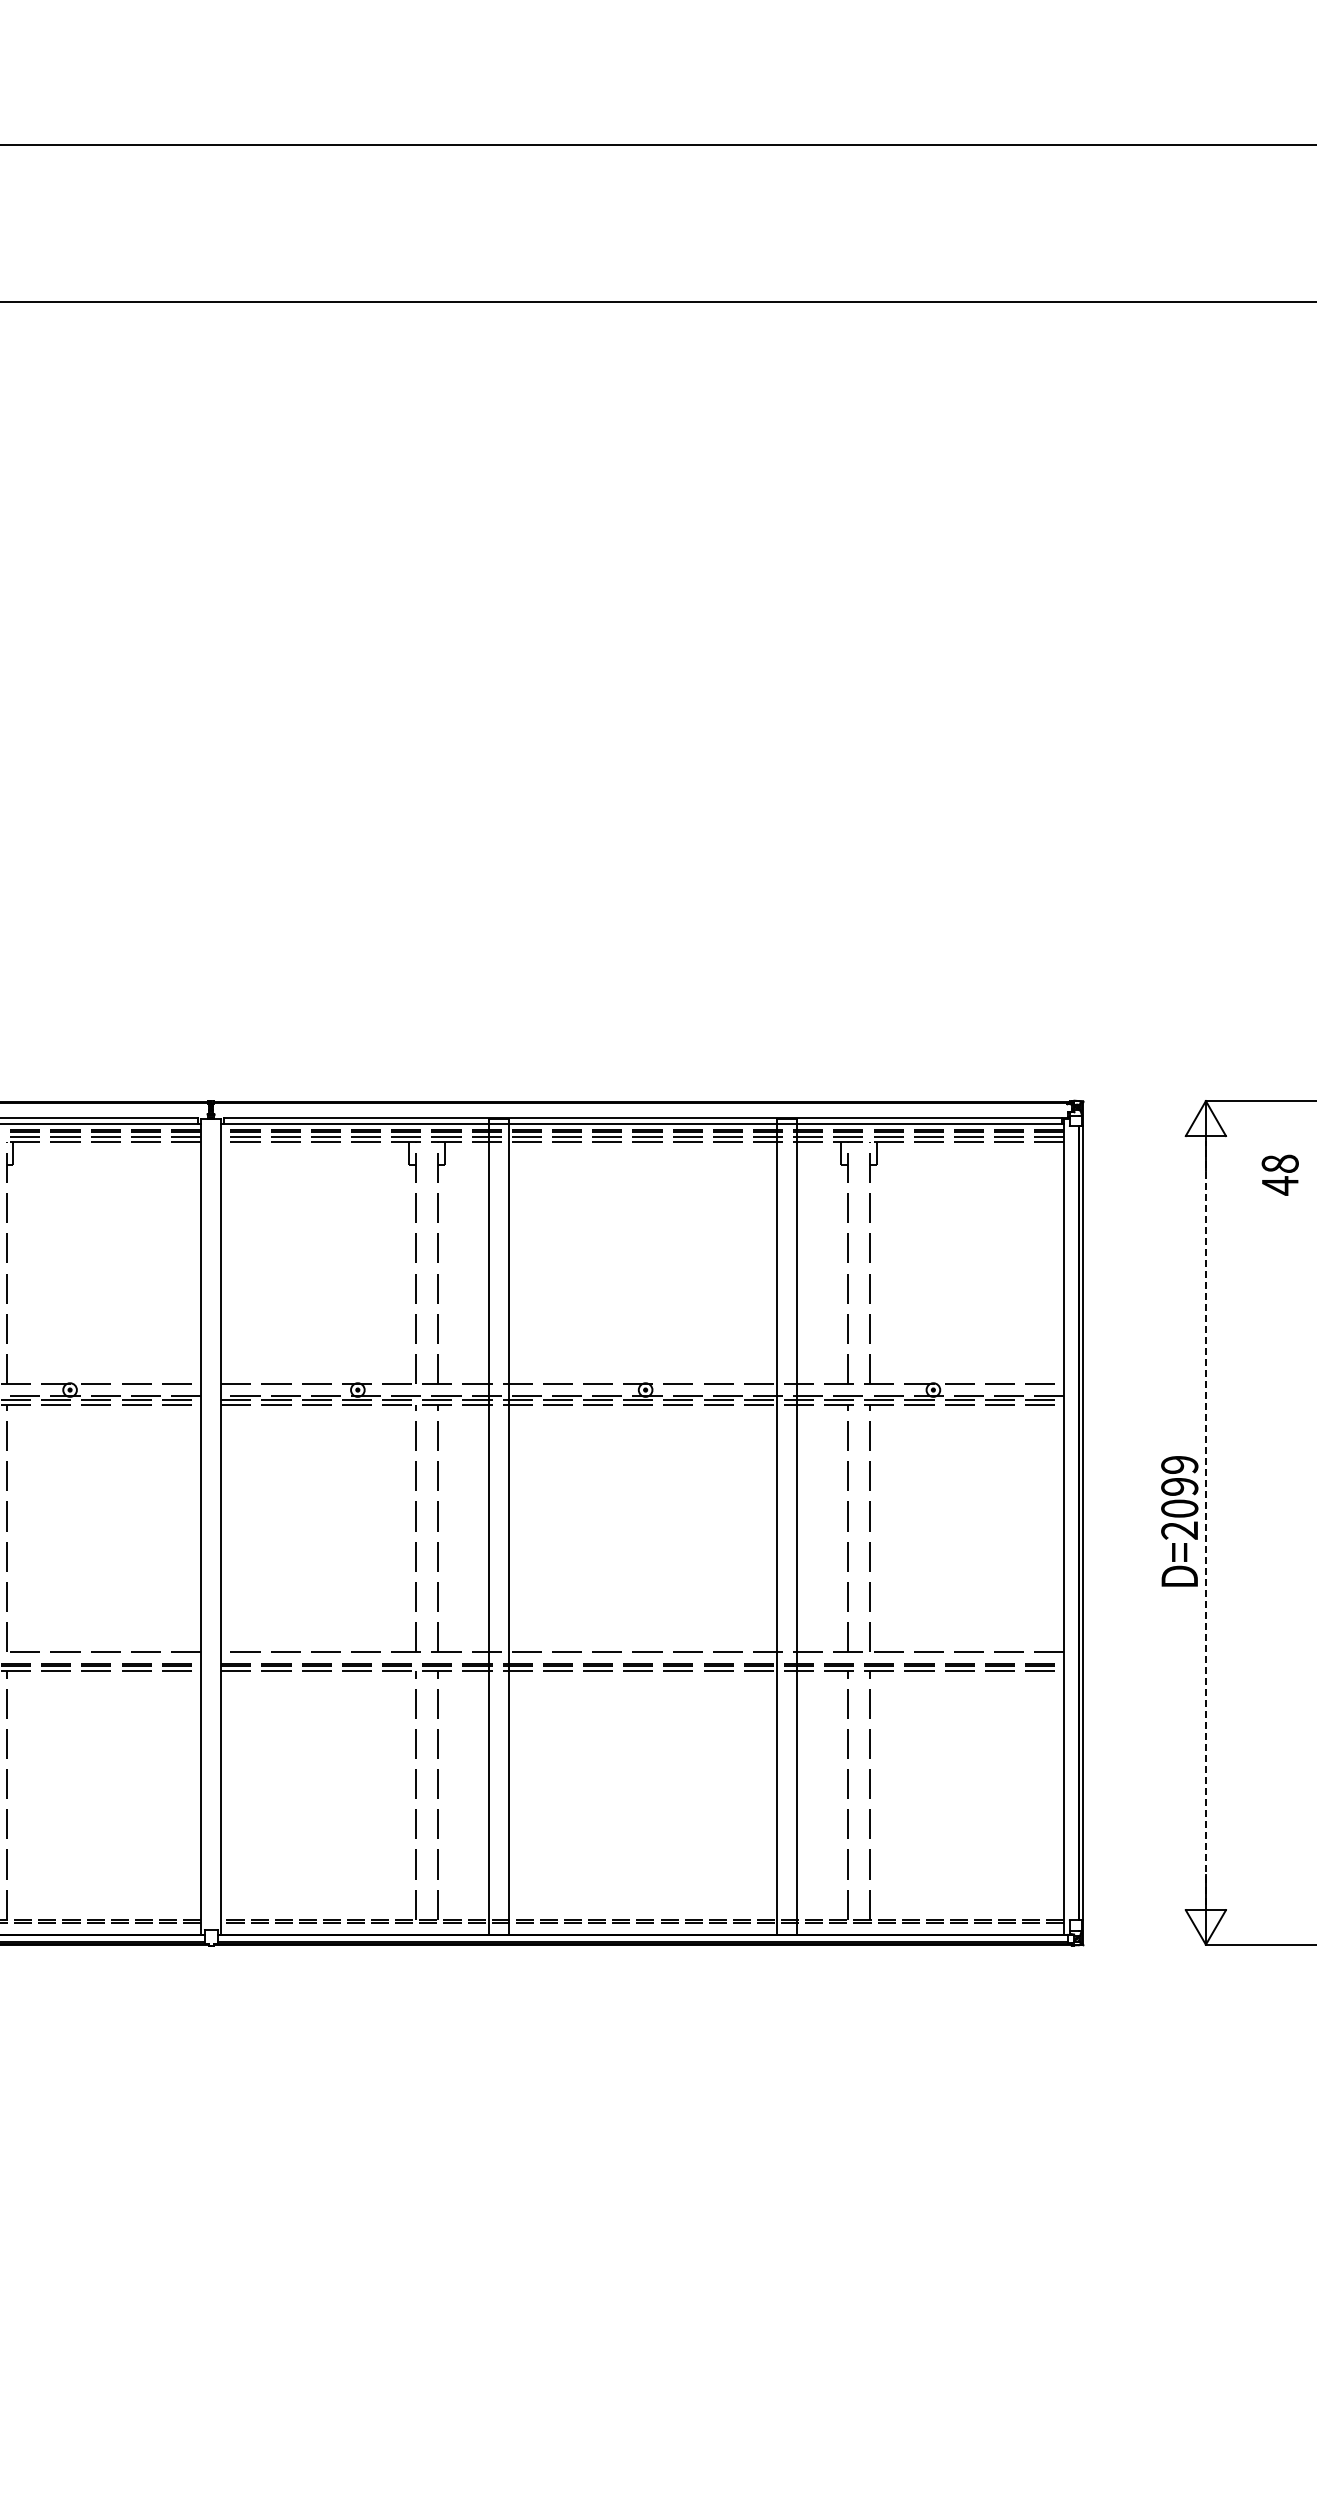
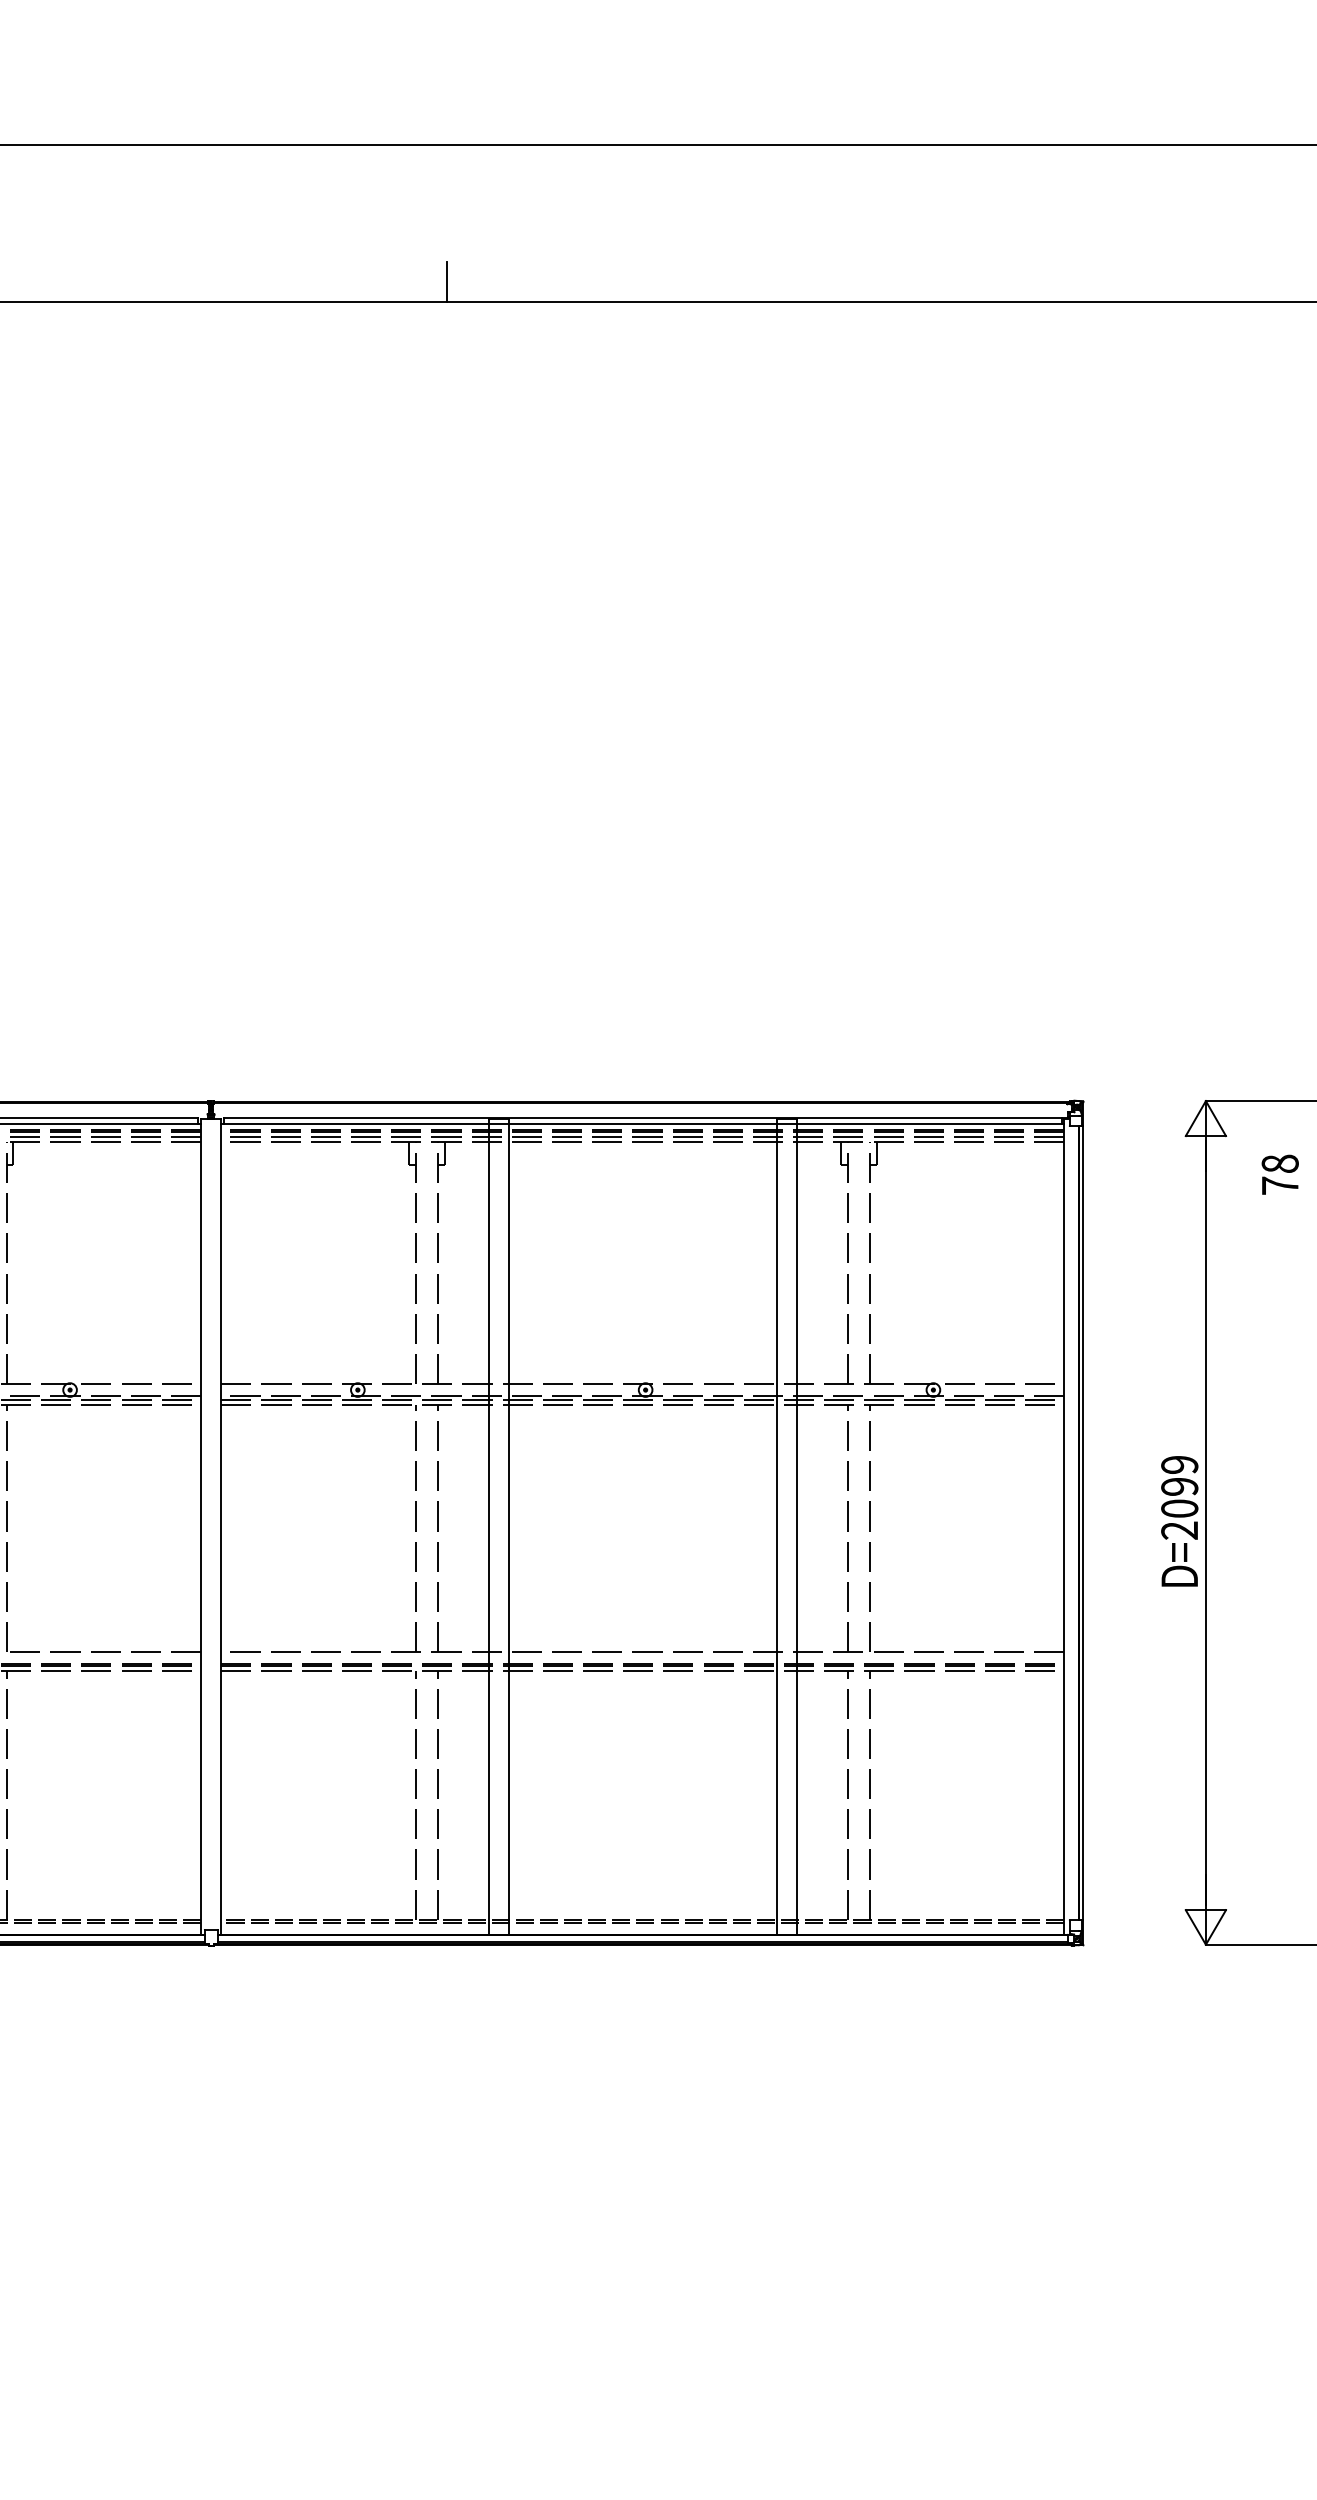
line at (447, 281): none -> present
text at (1280, 1185): 48 -> 78
line at (1205, 1522): dashed -> solid
